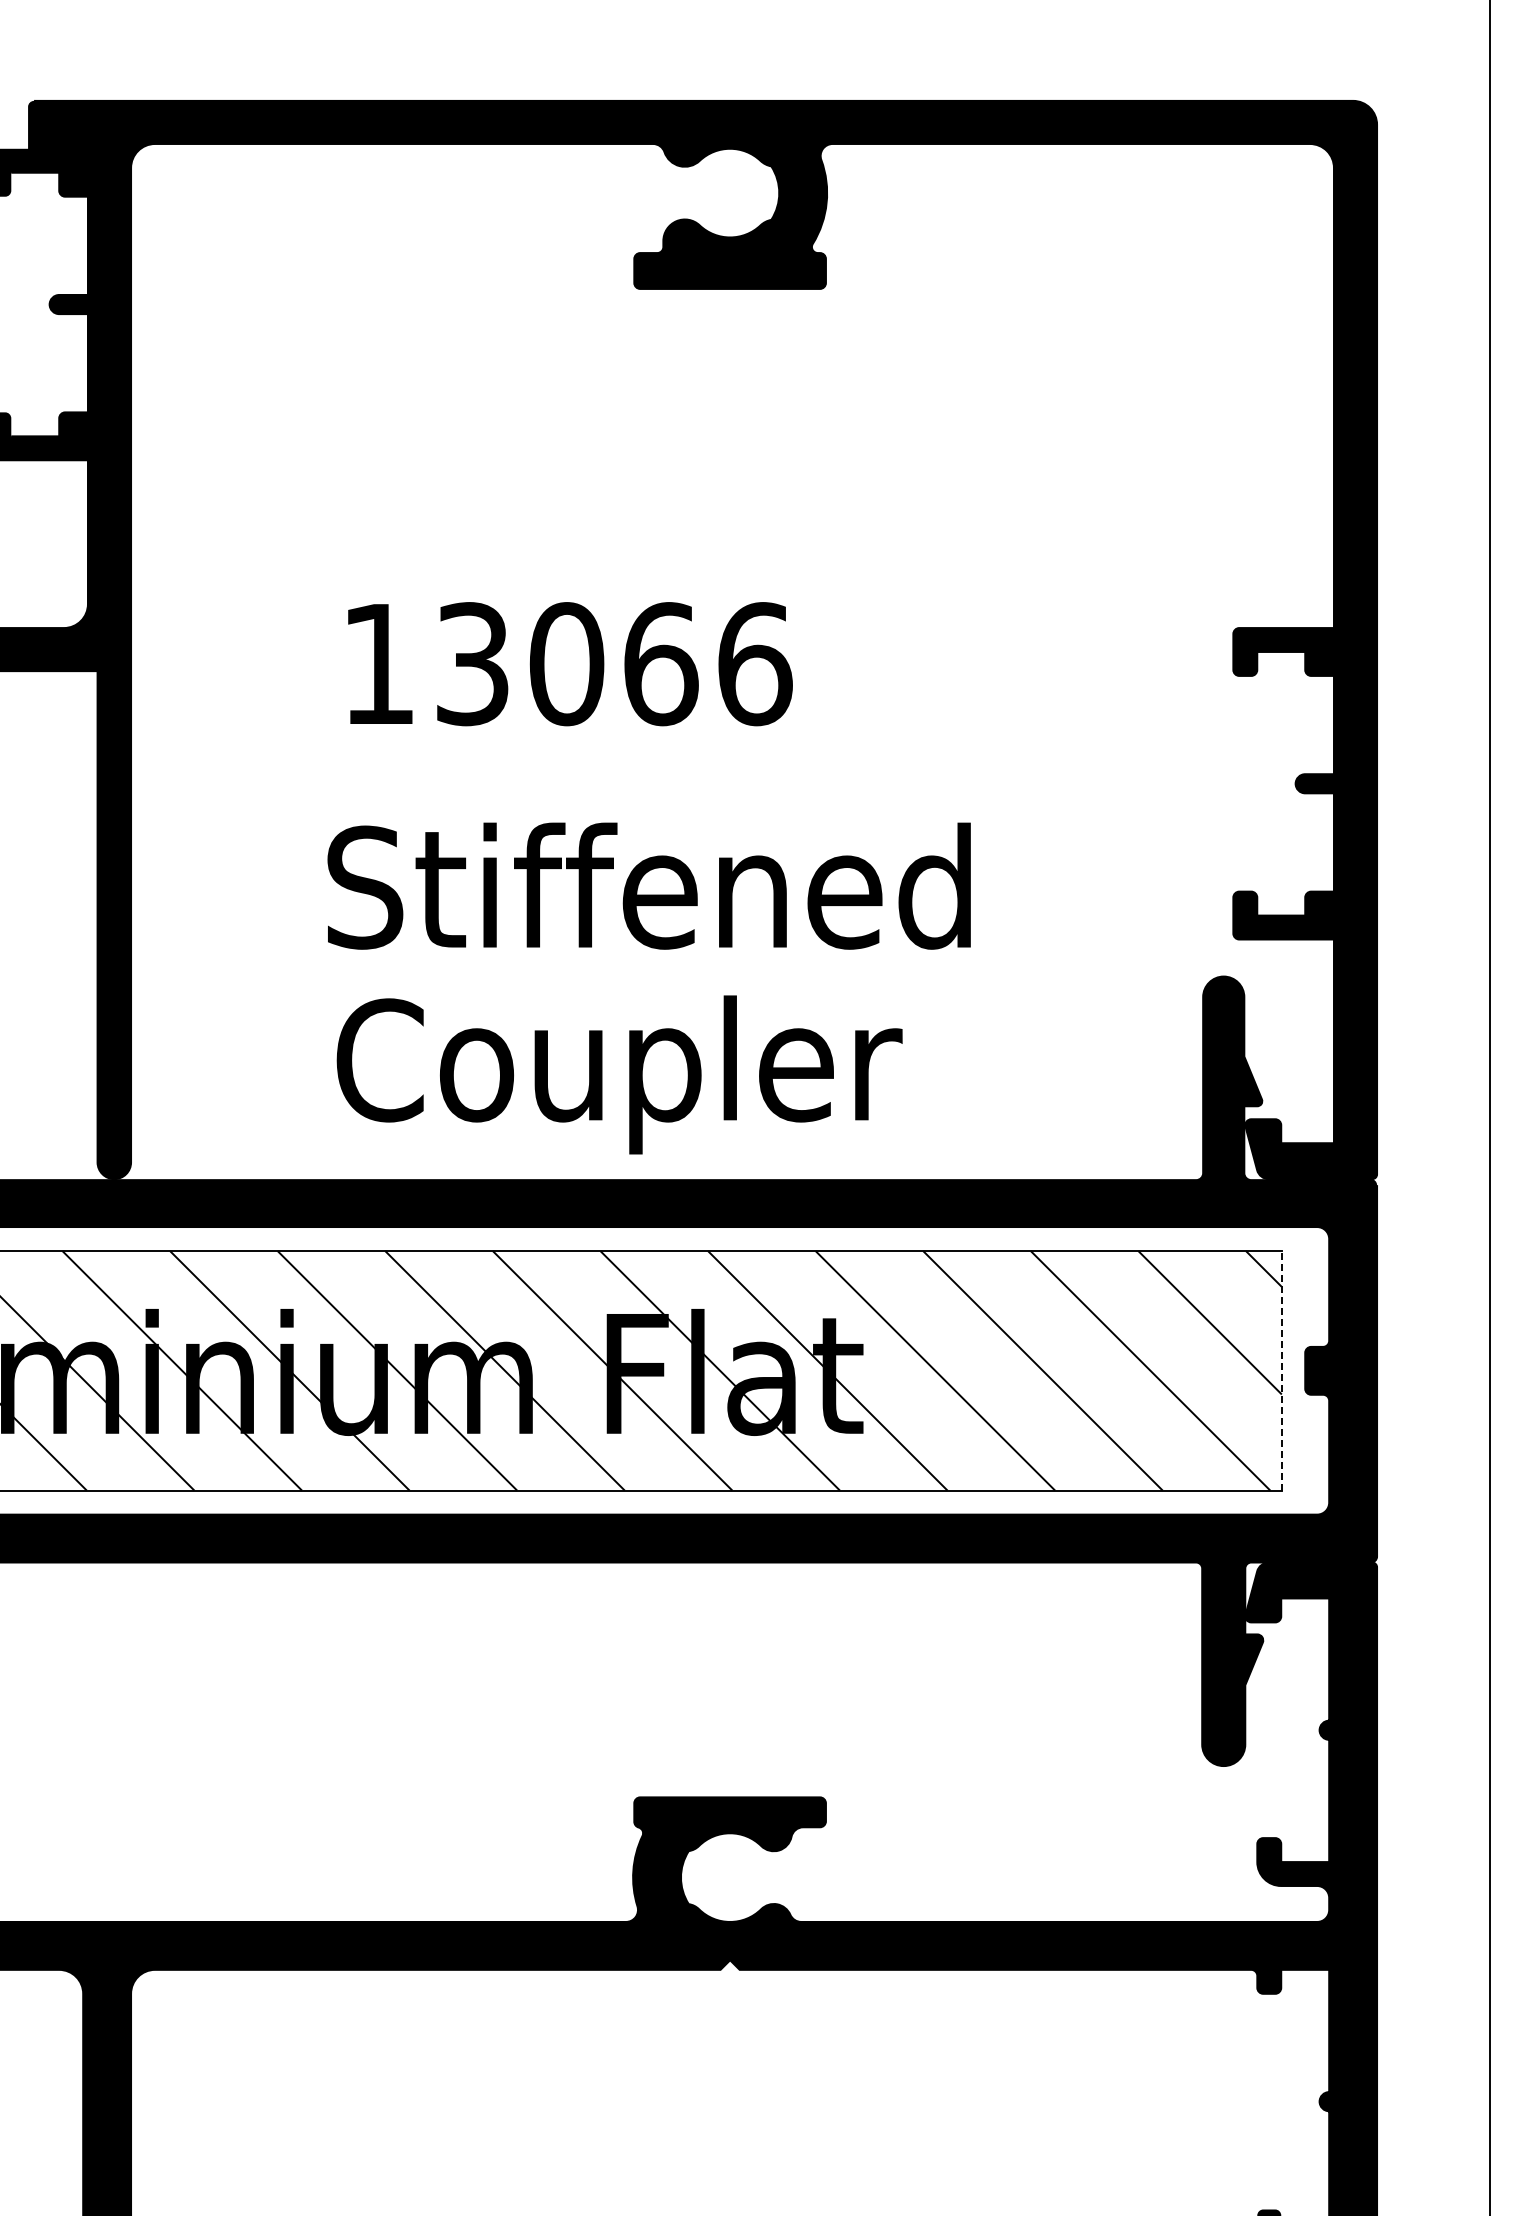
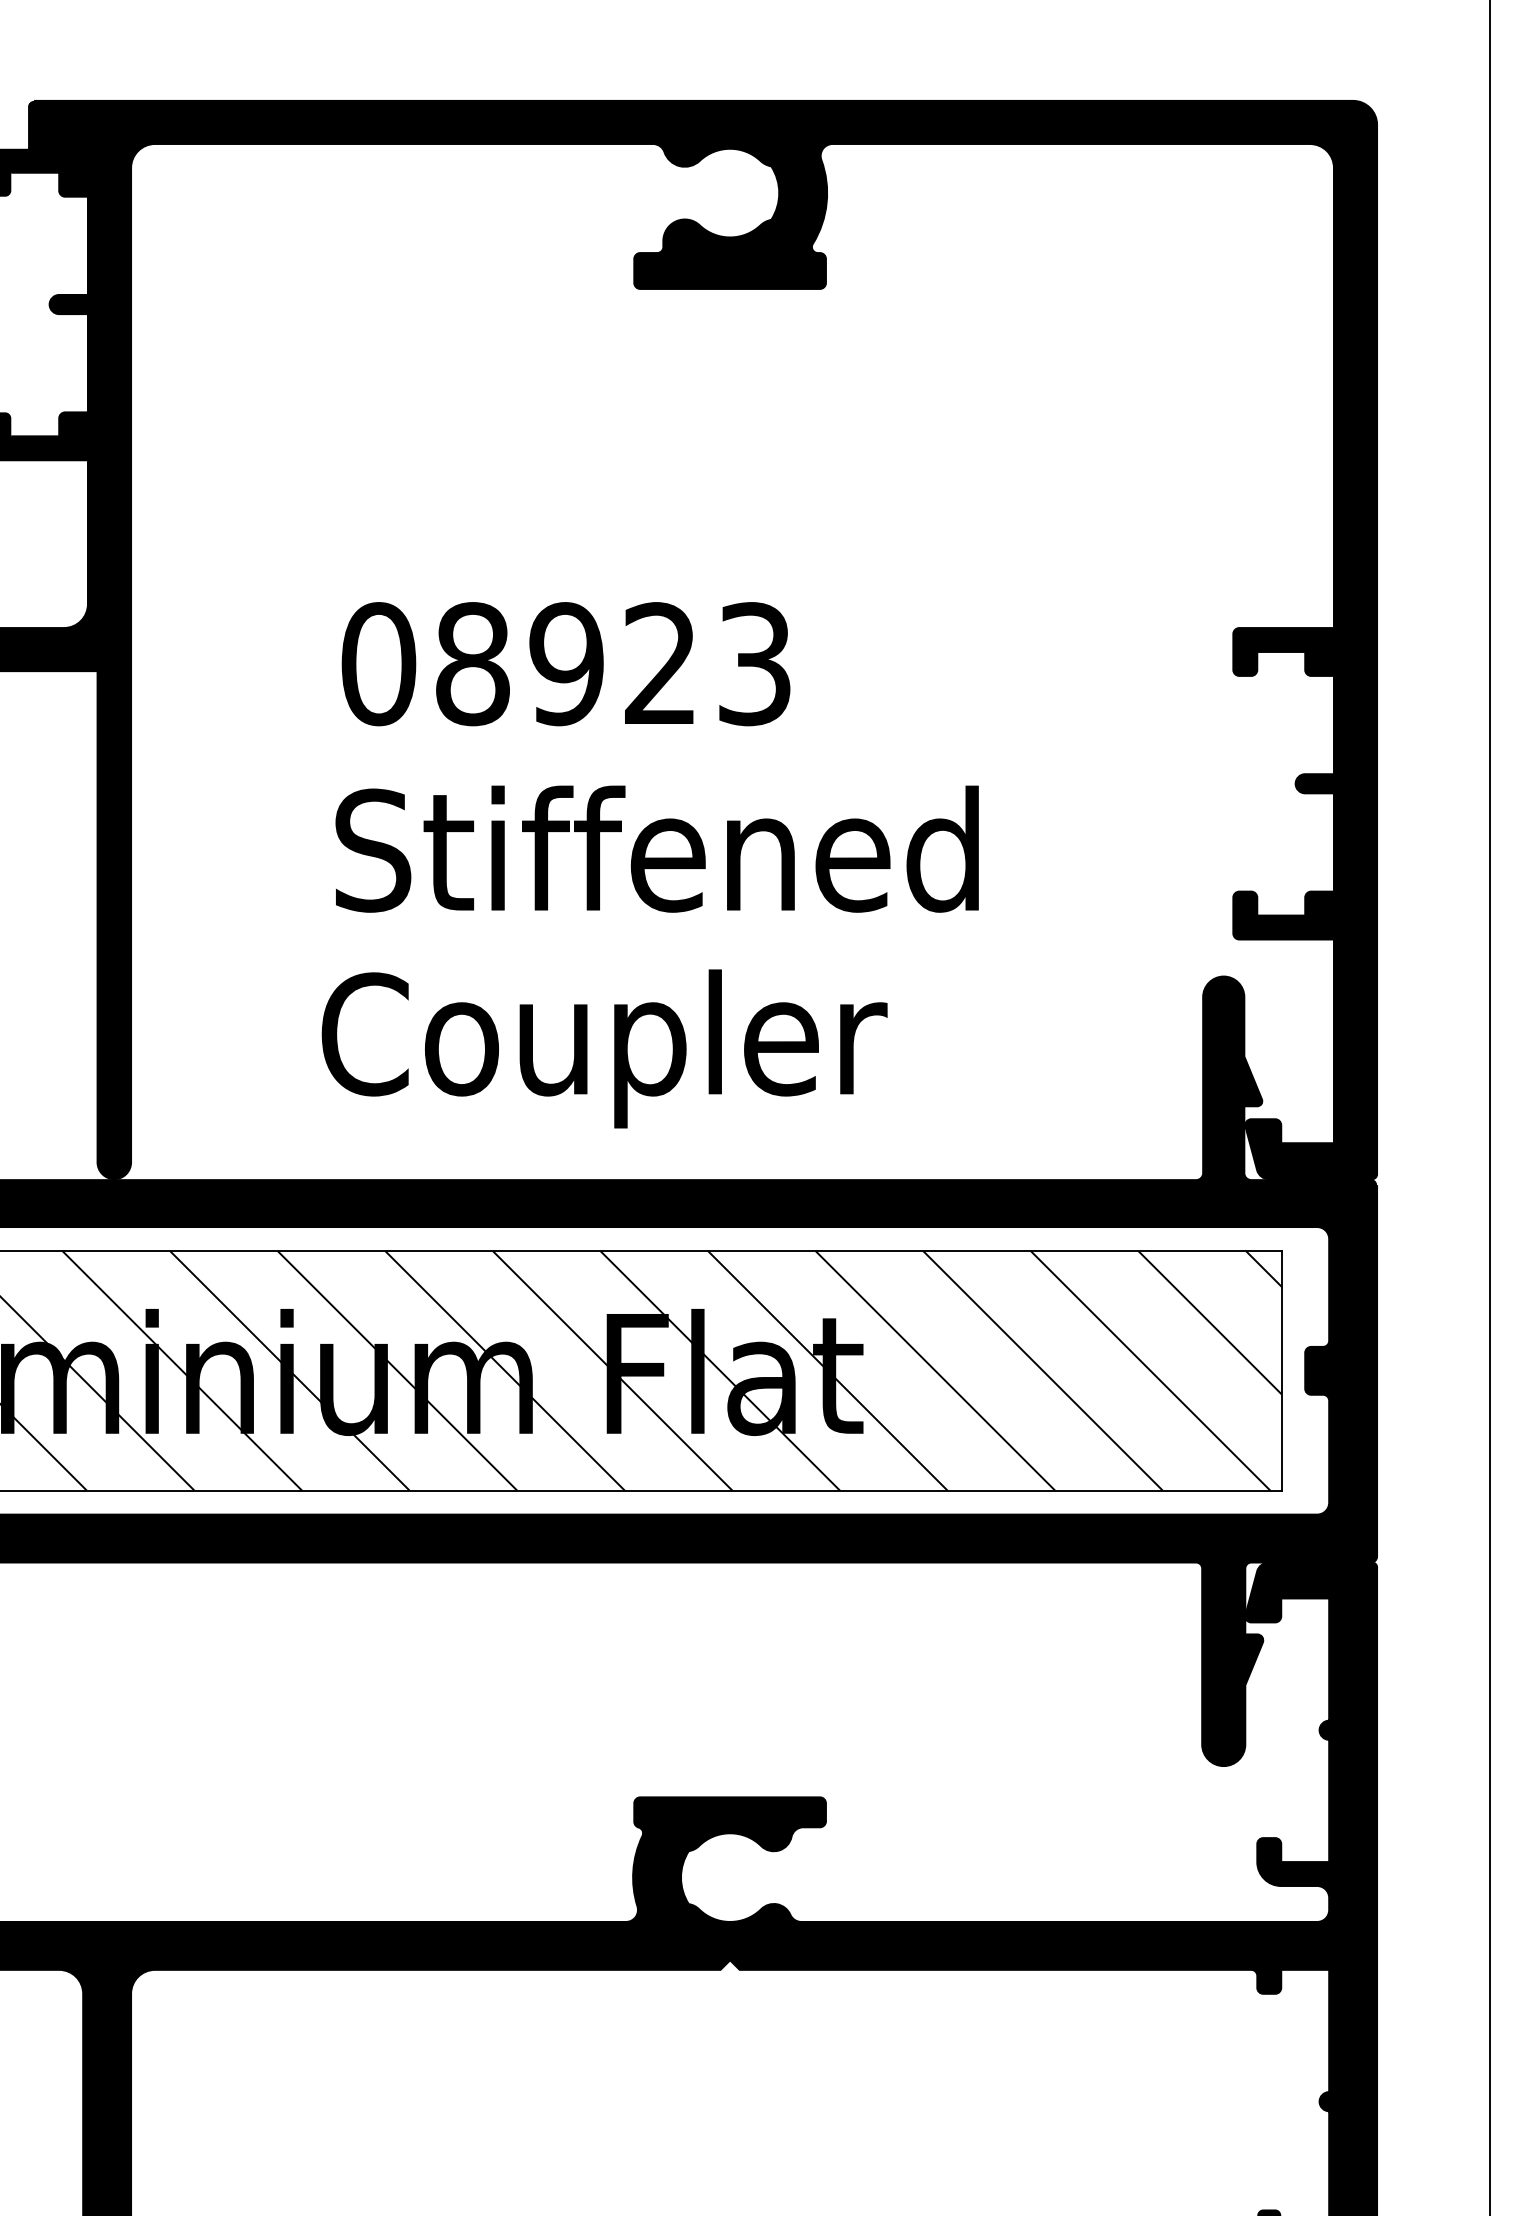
text at (566, 664): 13066 -> 08923
text at (648, 885) position: (648, 885) -> (656, 848)
text at (619, 1074) position: (619, 1074) -> (604, 1048)
line at (1281, 1370): dashed -> solid
